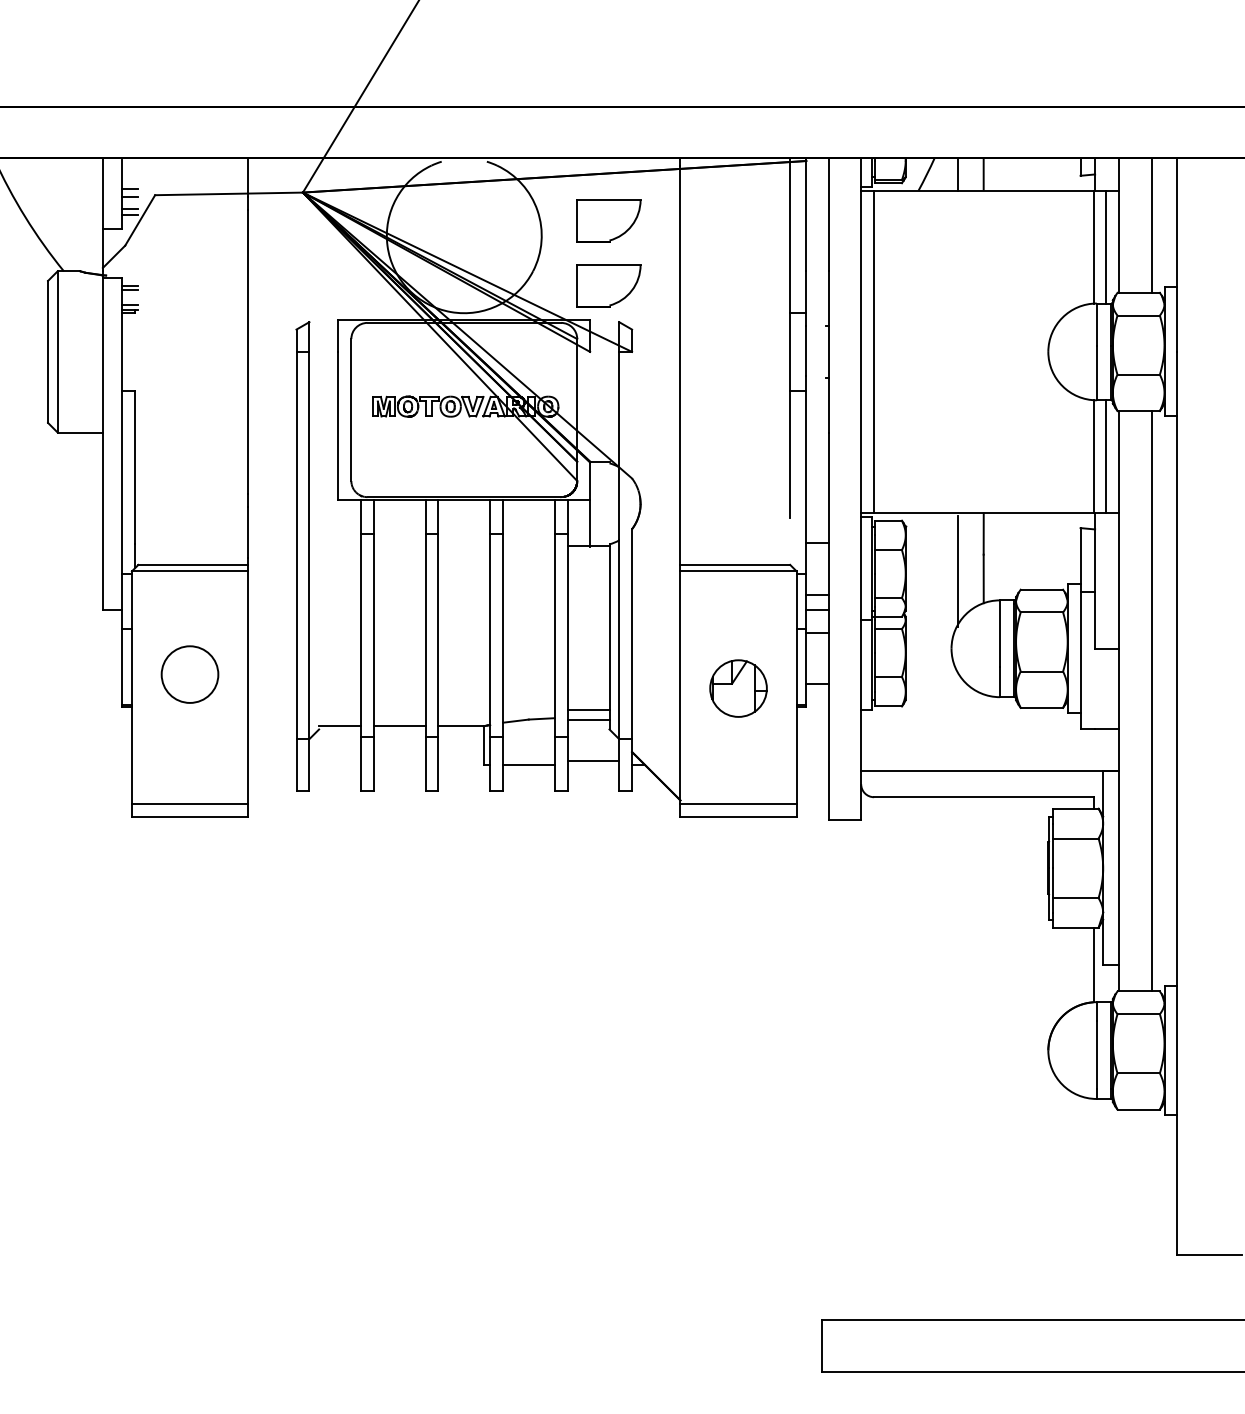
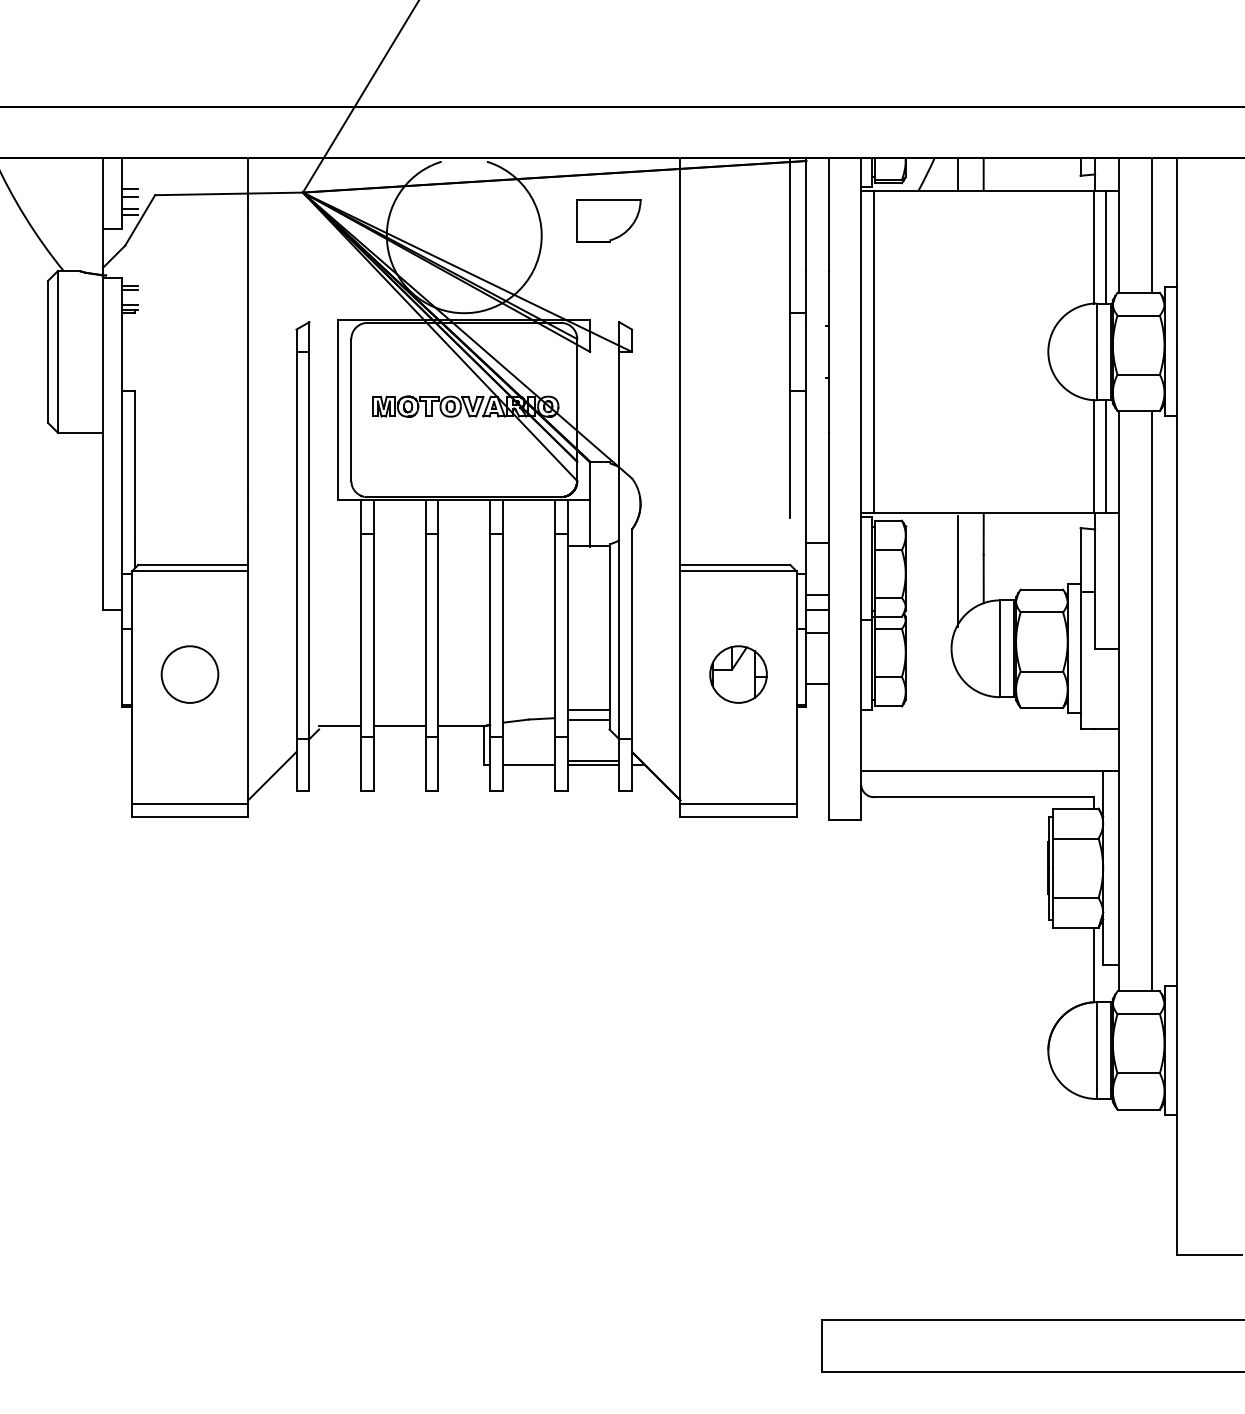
part at (608, 285): present -> none
part at (738, 688) position: (738, 688) -> (738, 674)
line at (593, 764): none -> present
line at (272, 776): none -> present
